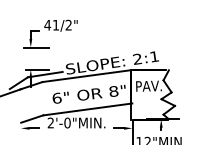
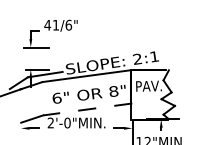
text at (68, 24): 41/2" -> 41/6"
line at (87, 109): solid -> dashed
